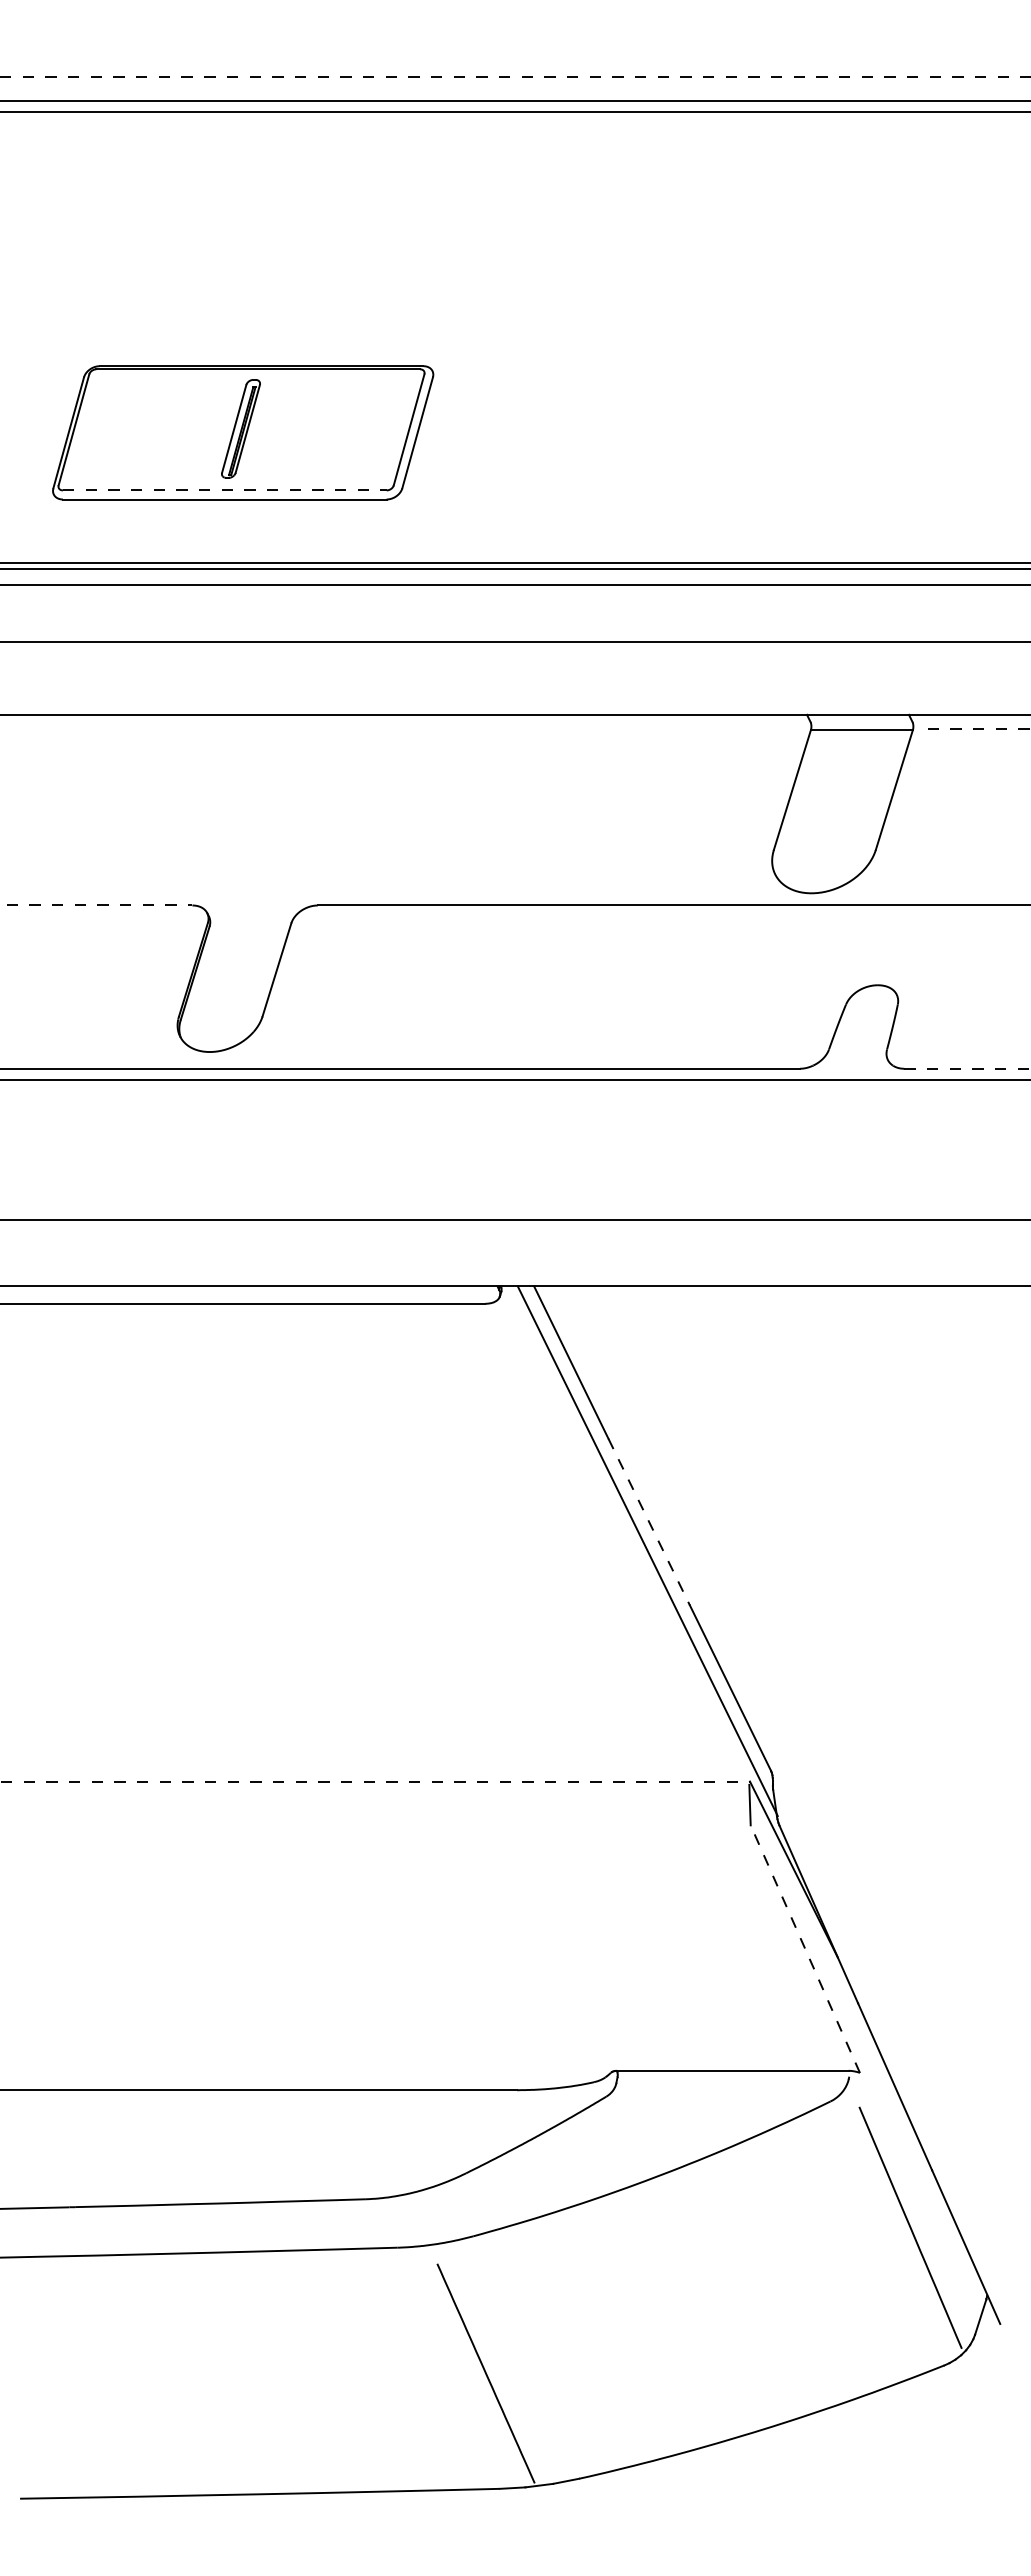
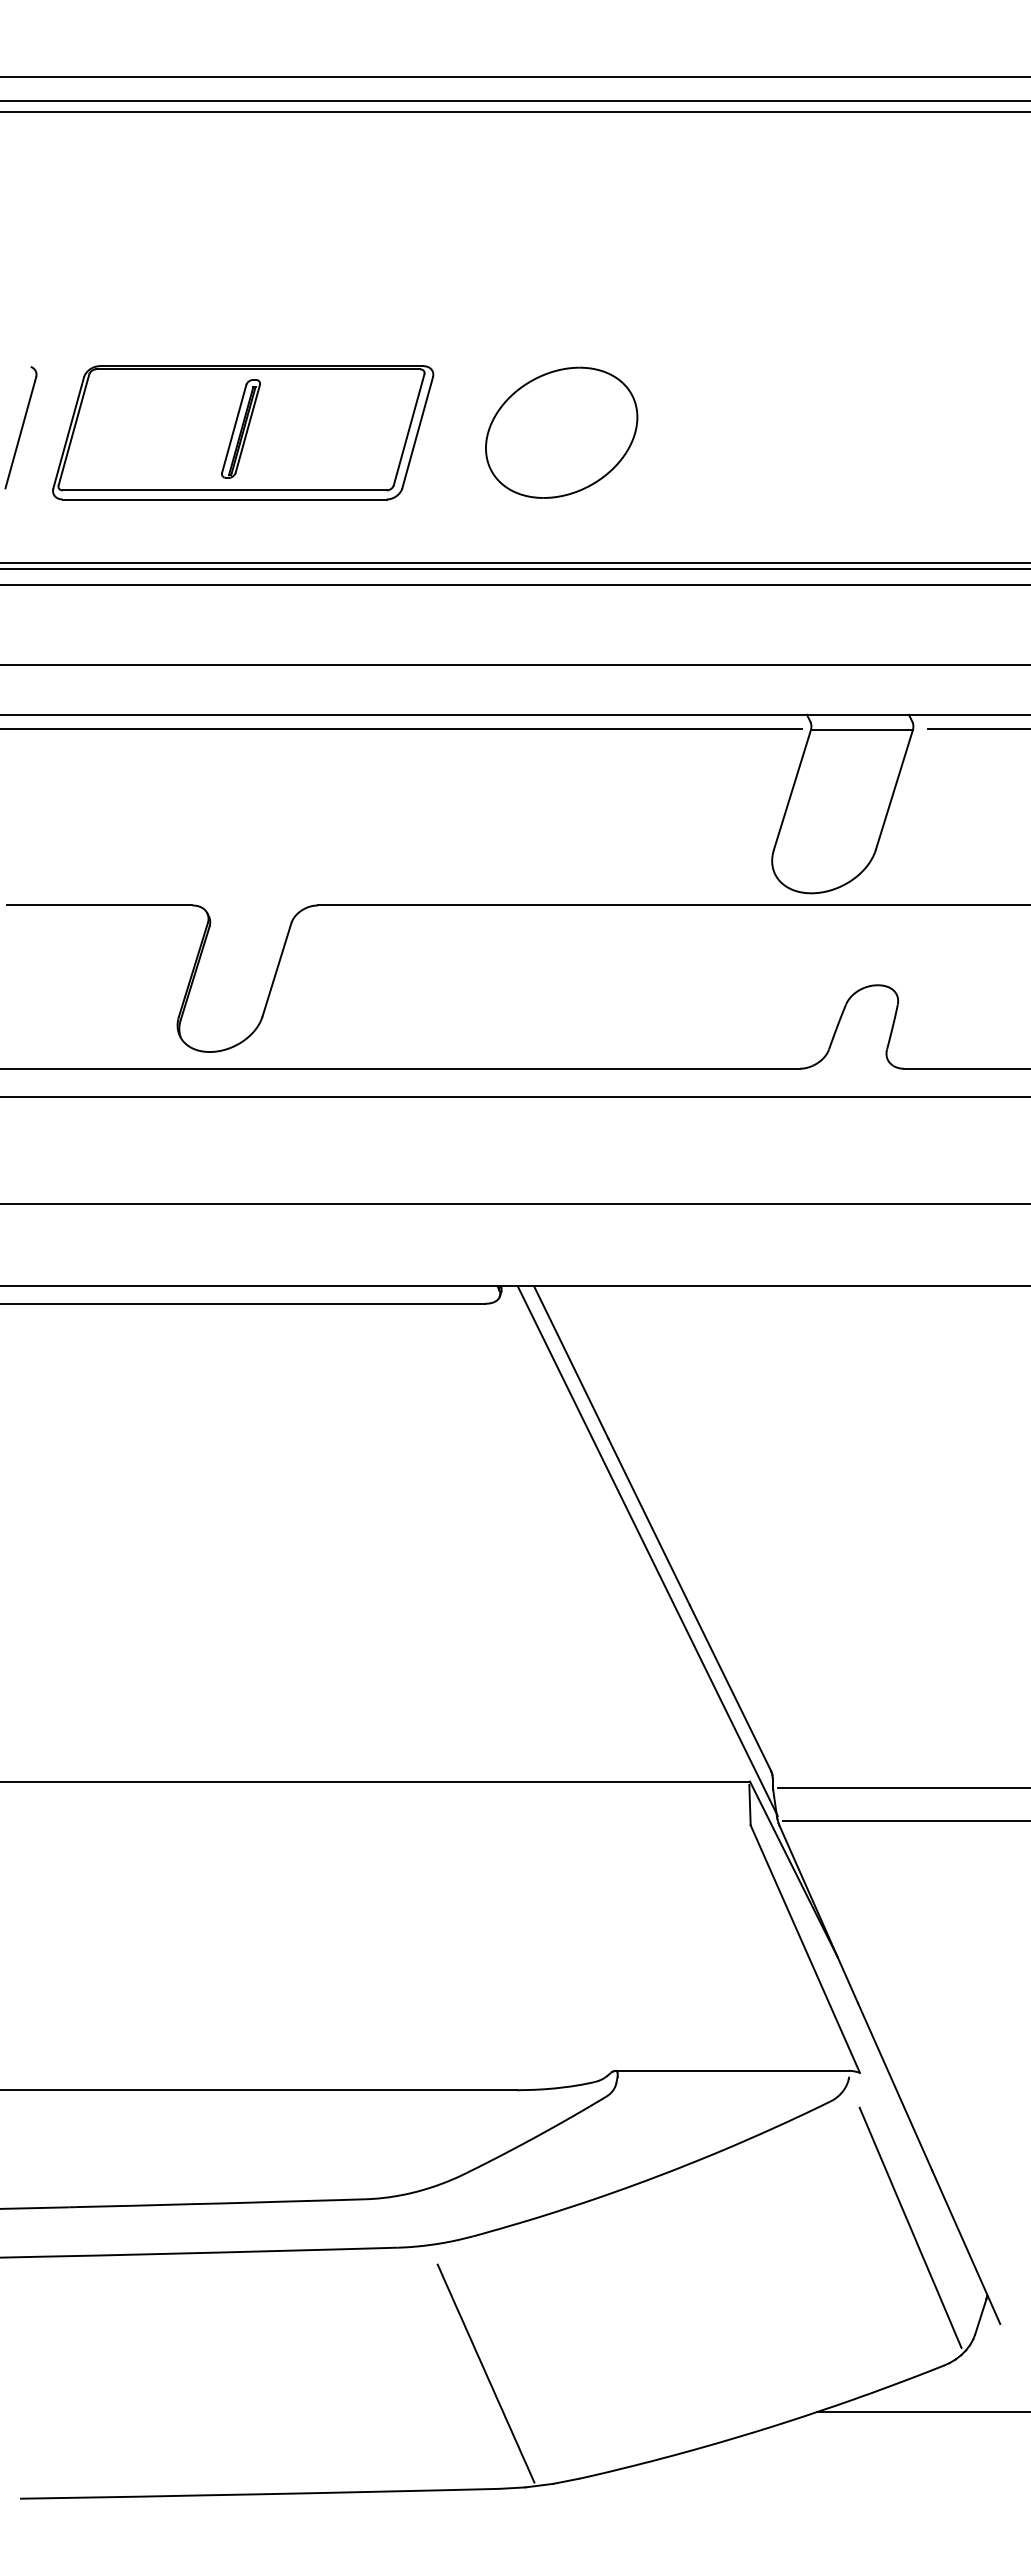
line at (515, 77): dashed -> solid
part at (20, 427): none -> present
part at (561, 432): none -> present
line at (224, 490): dashed -> solid
line at (514, 642) position: (514, 642) -> (514, 665)
line at (402, 729): none -> present
line at (979, 729): dashed -> solid
line at (99, 905): dashed -> solid
line at (967, 1068): dashed -> solid
line at (514, 1080) position: (514, 1080) -> (514, 1097)
line at (514, 1220) position: (514, 1220) -> (514, 1204)
line at (649, 1522): dashed -> solid
line at (375, 1781): dashed -> solid
line at (902, 1788): none -> present
line at (905, 1821): none -> present
line at (805, 1948): dashed -> solid
line at (921, 2411): none -> present
